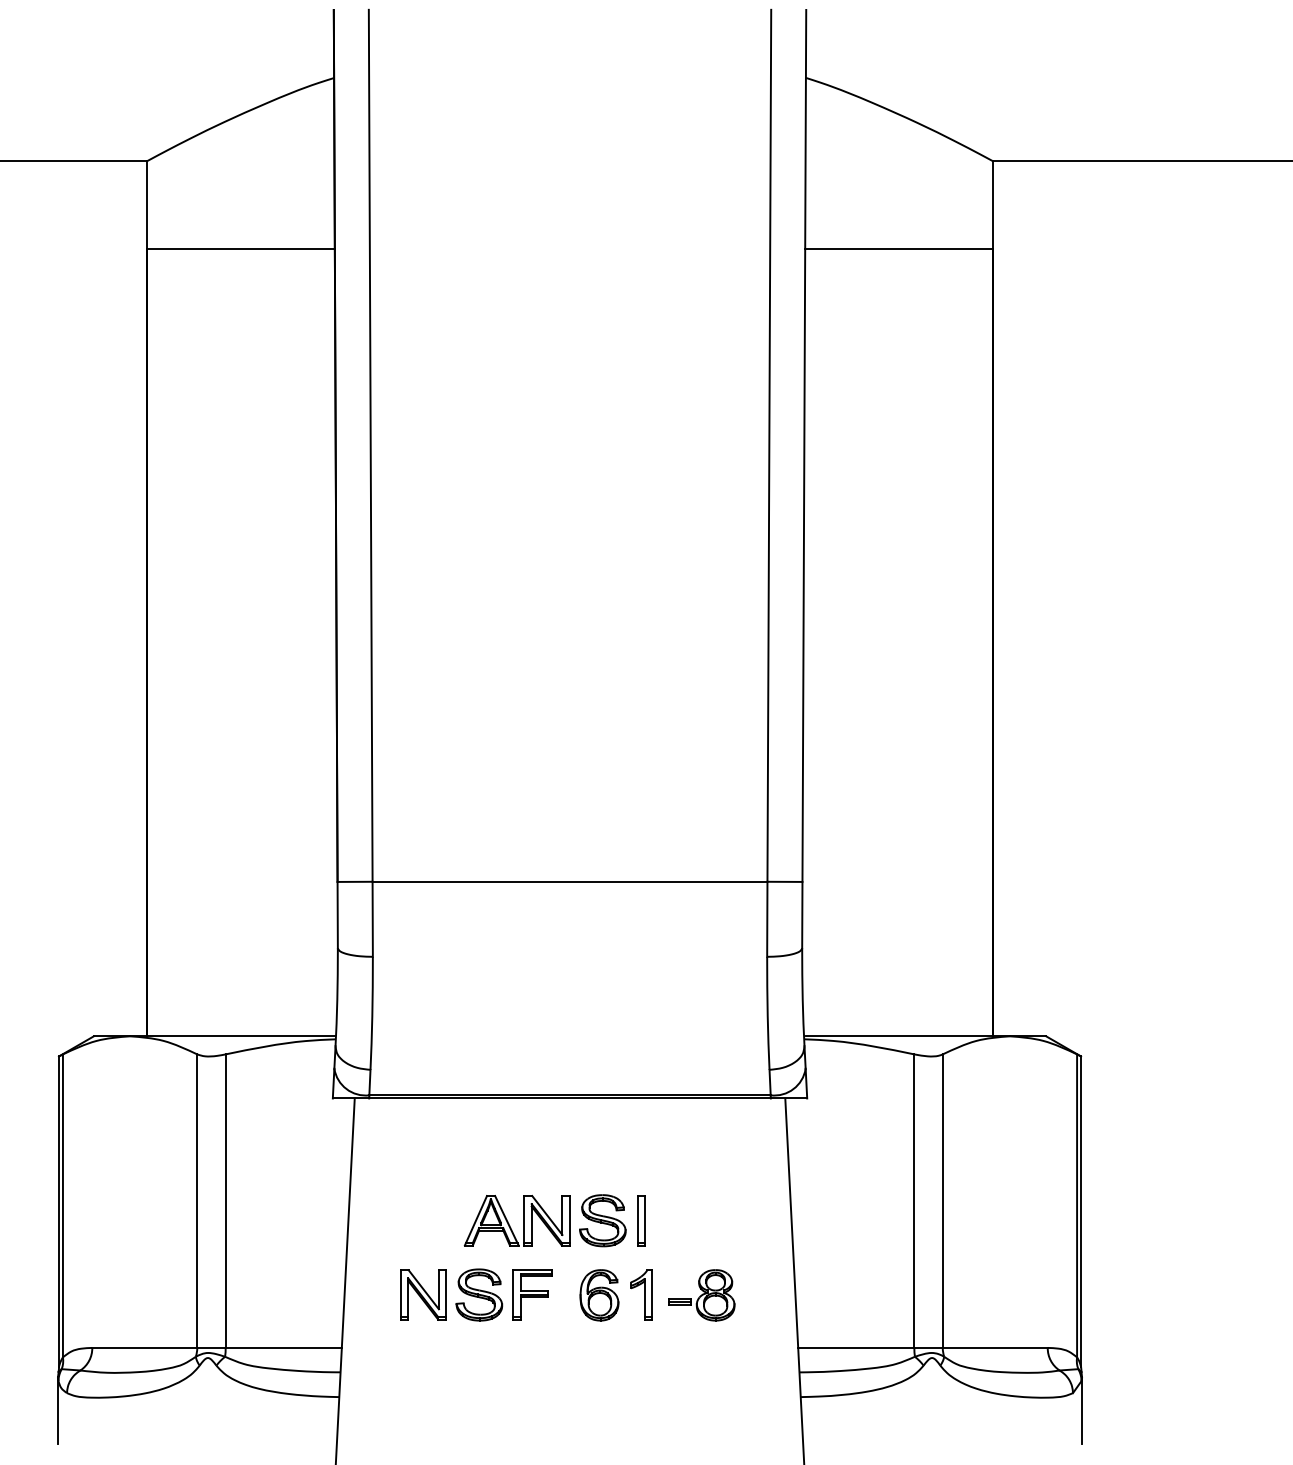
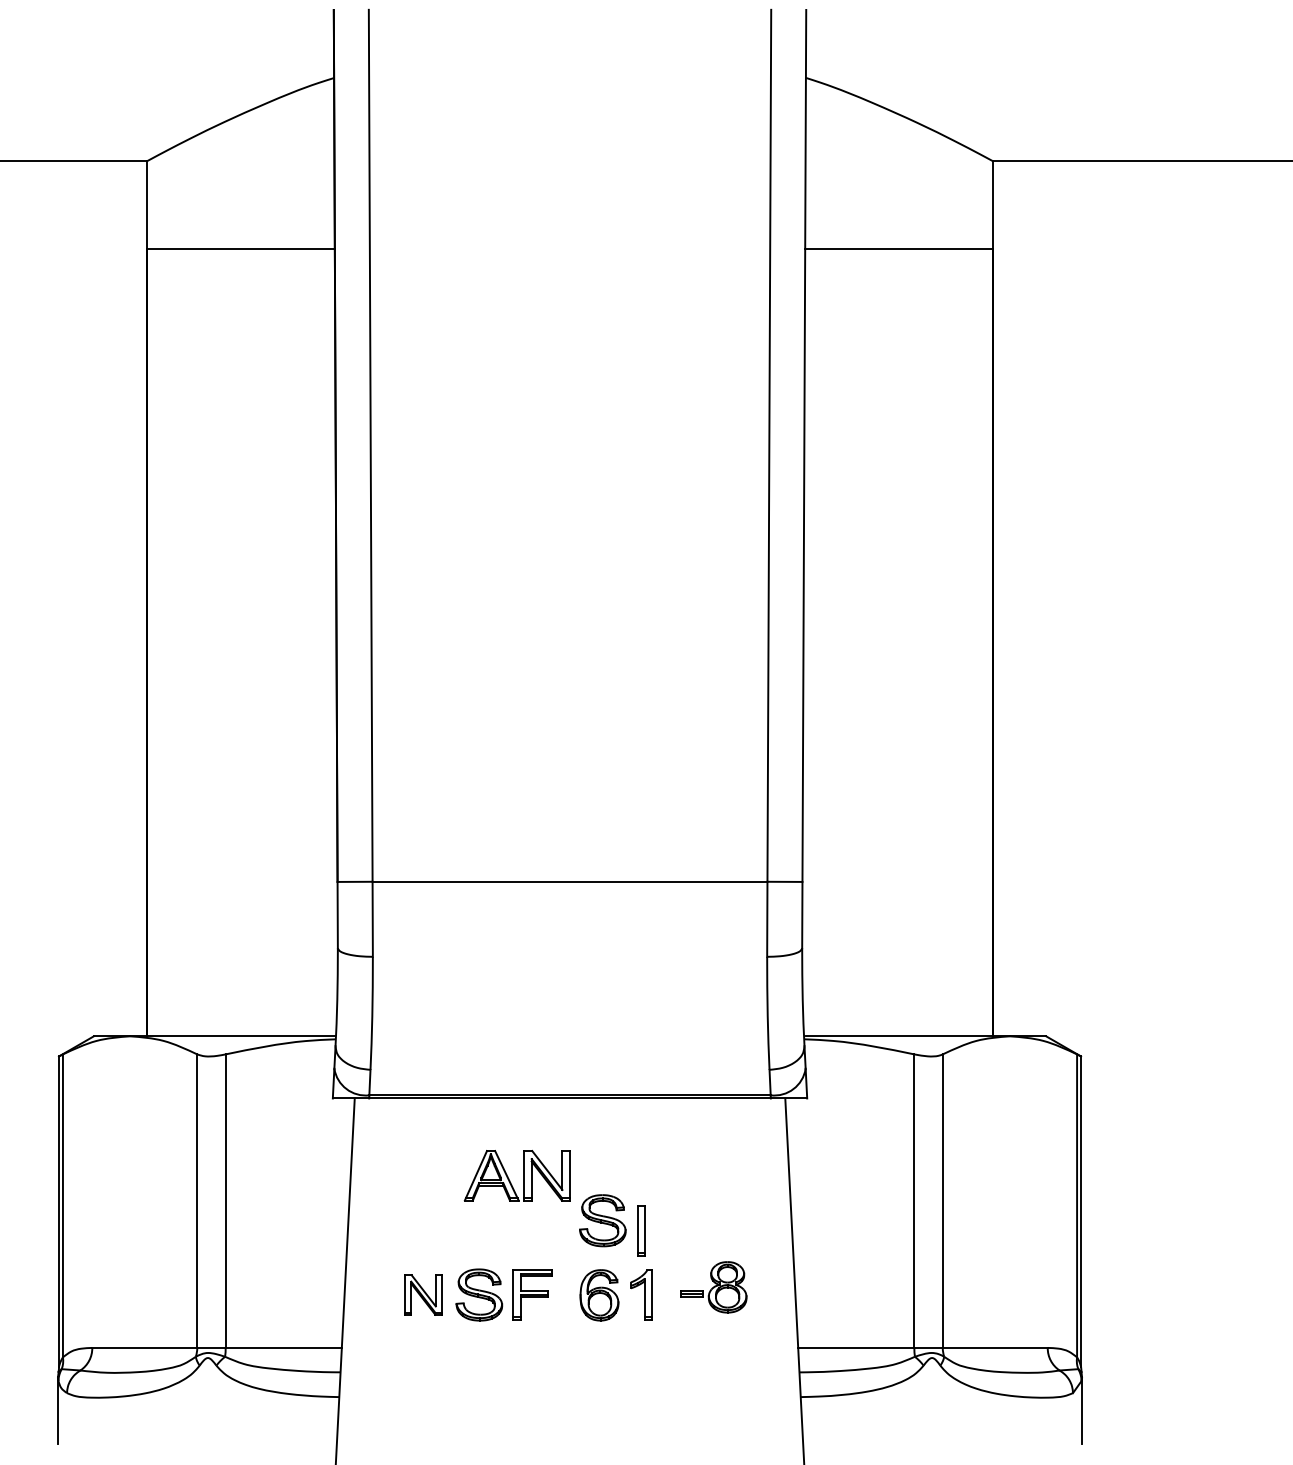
part at (523, 1220) position: (523, 1220) -> (523, 1175)
part at (641, 1220) position: (641, 1220) -> (641, 1230)
part at (423, 1294) size: 47x52 px -> 39x42 px
part at (701, 1295) position: (701, 1295) -> (713, 1287)
